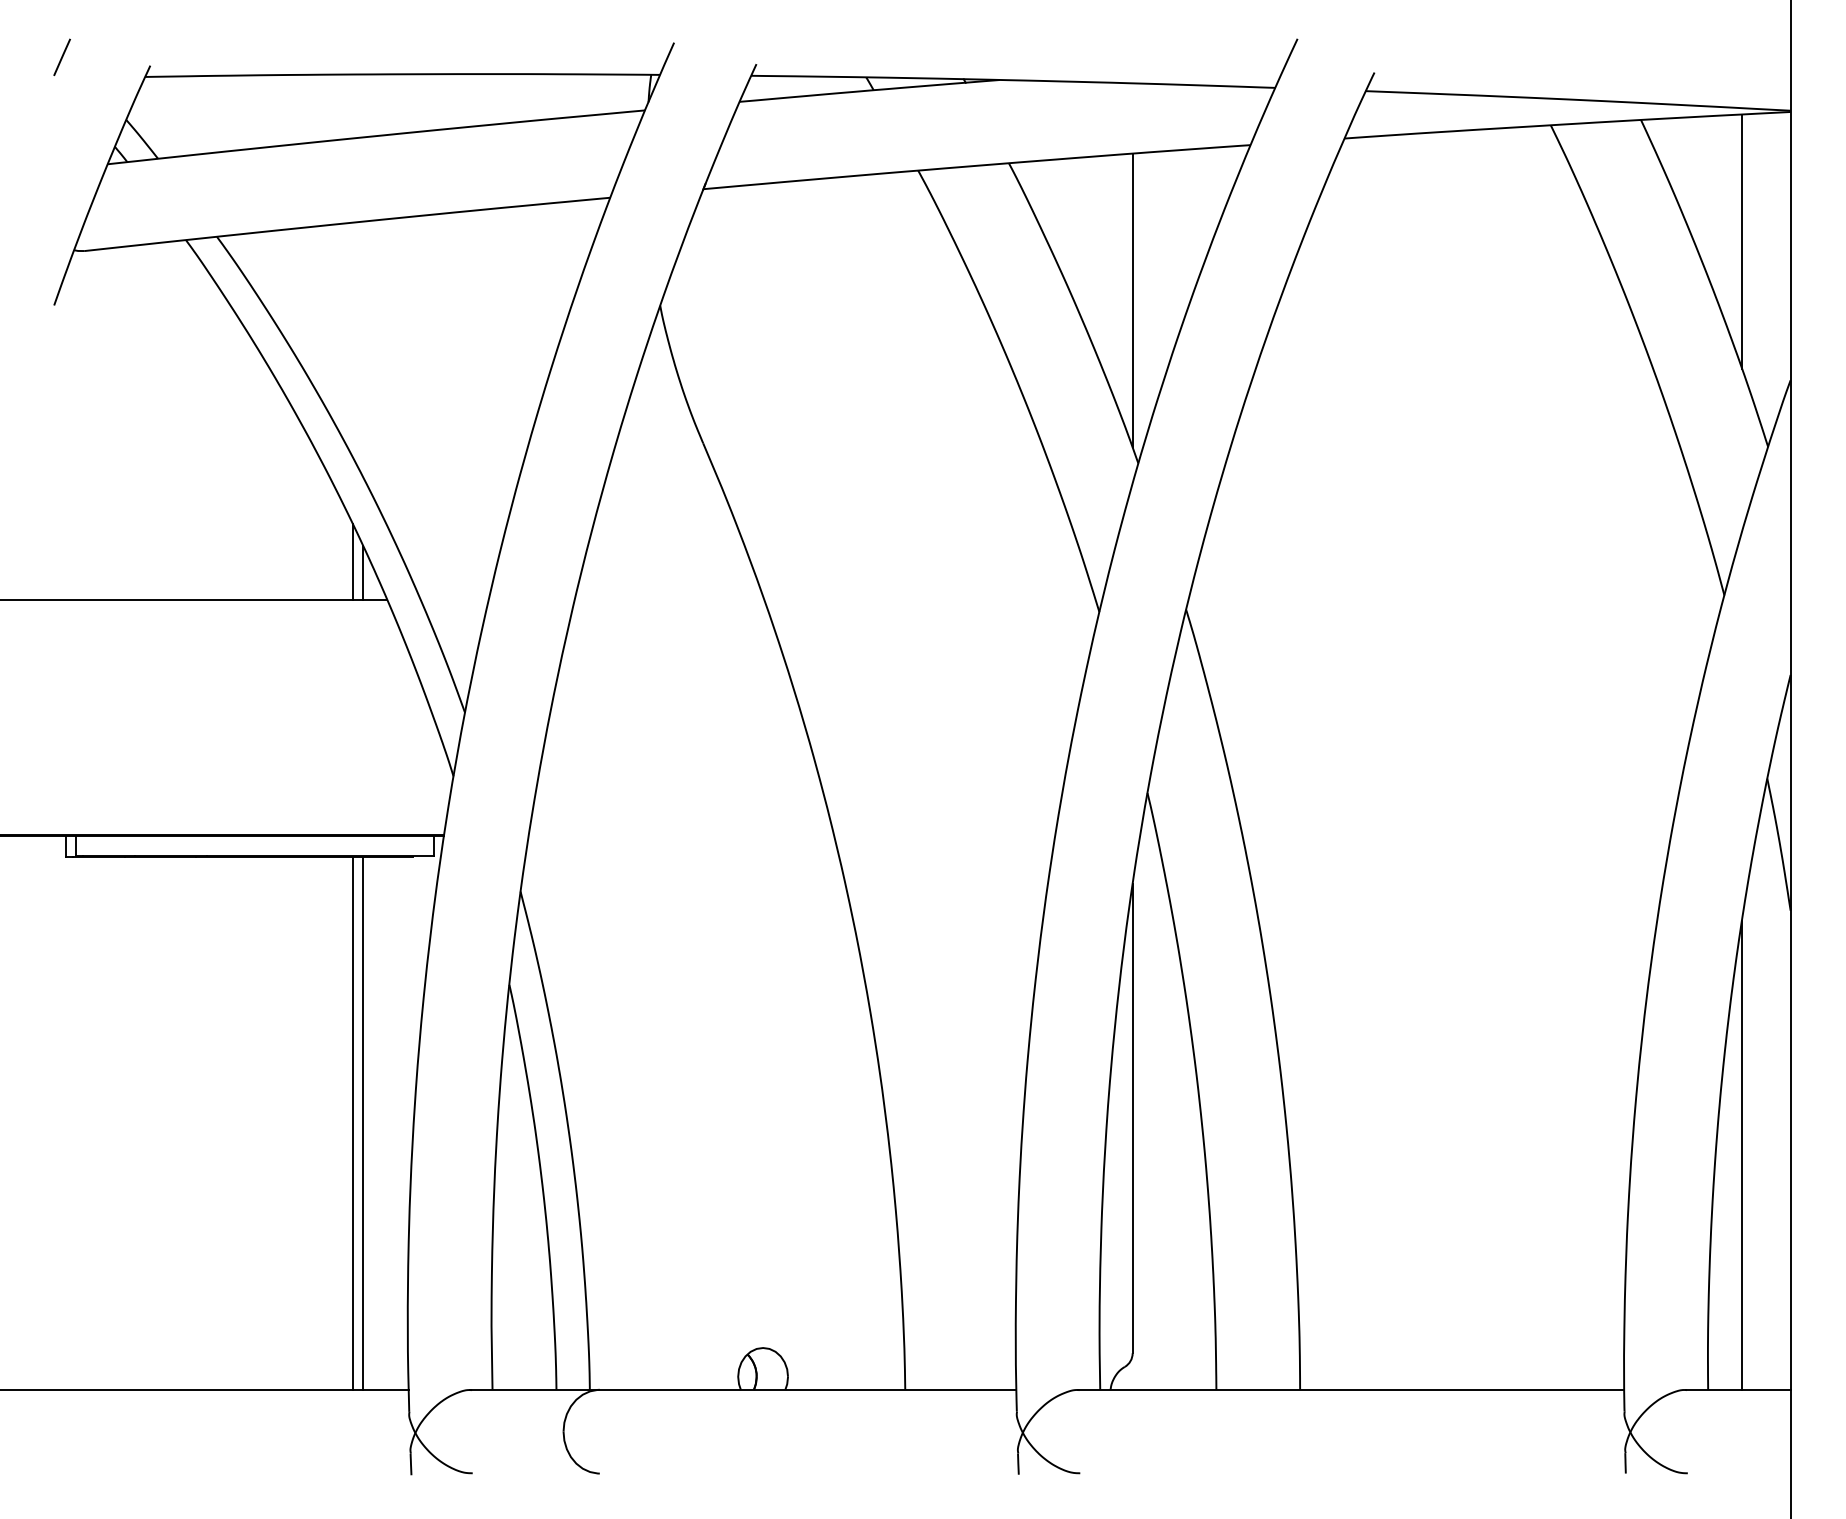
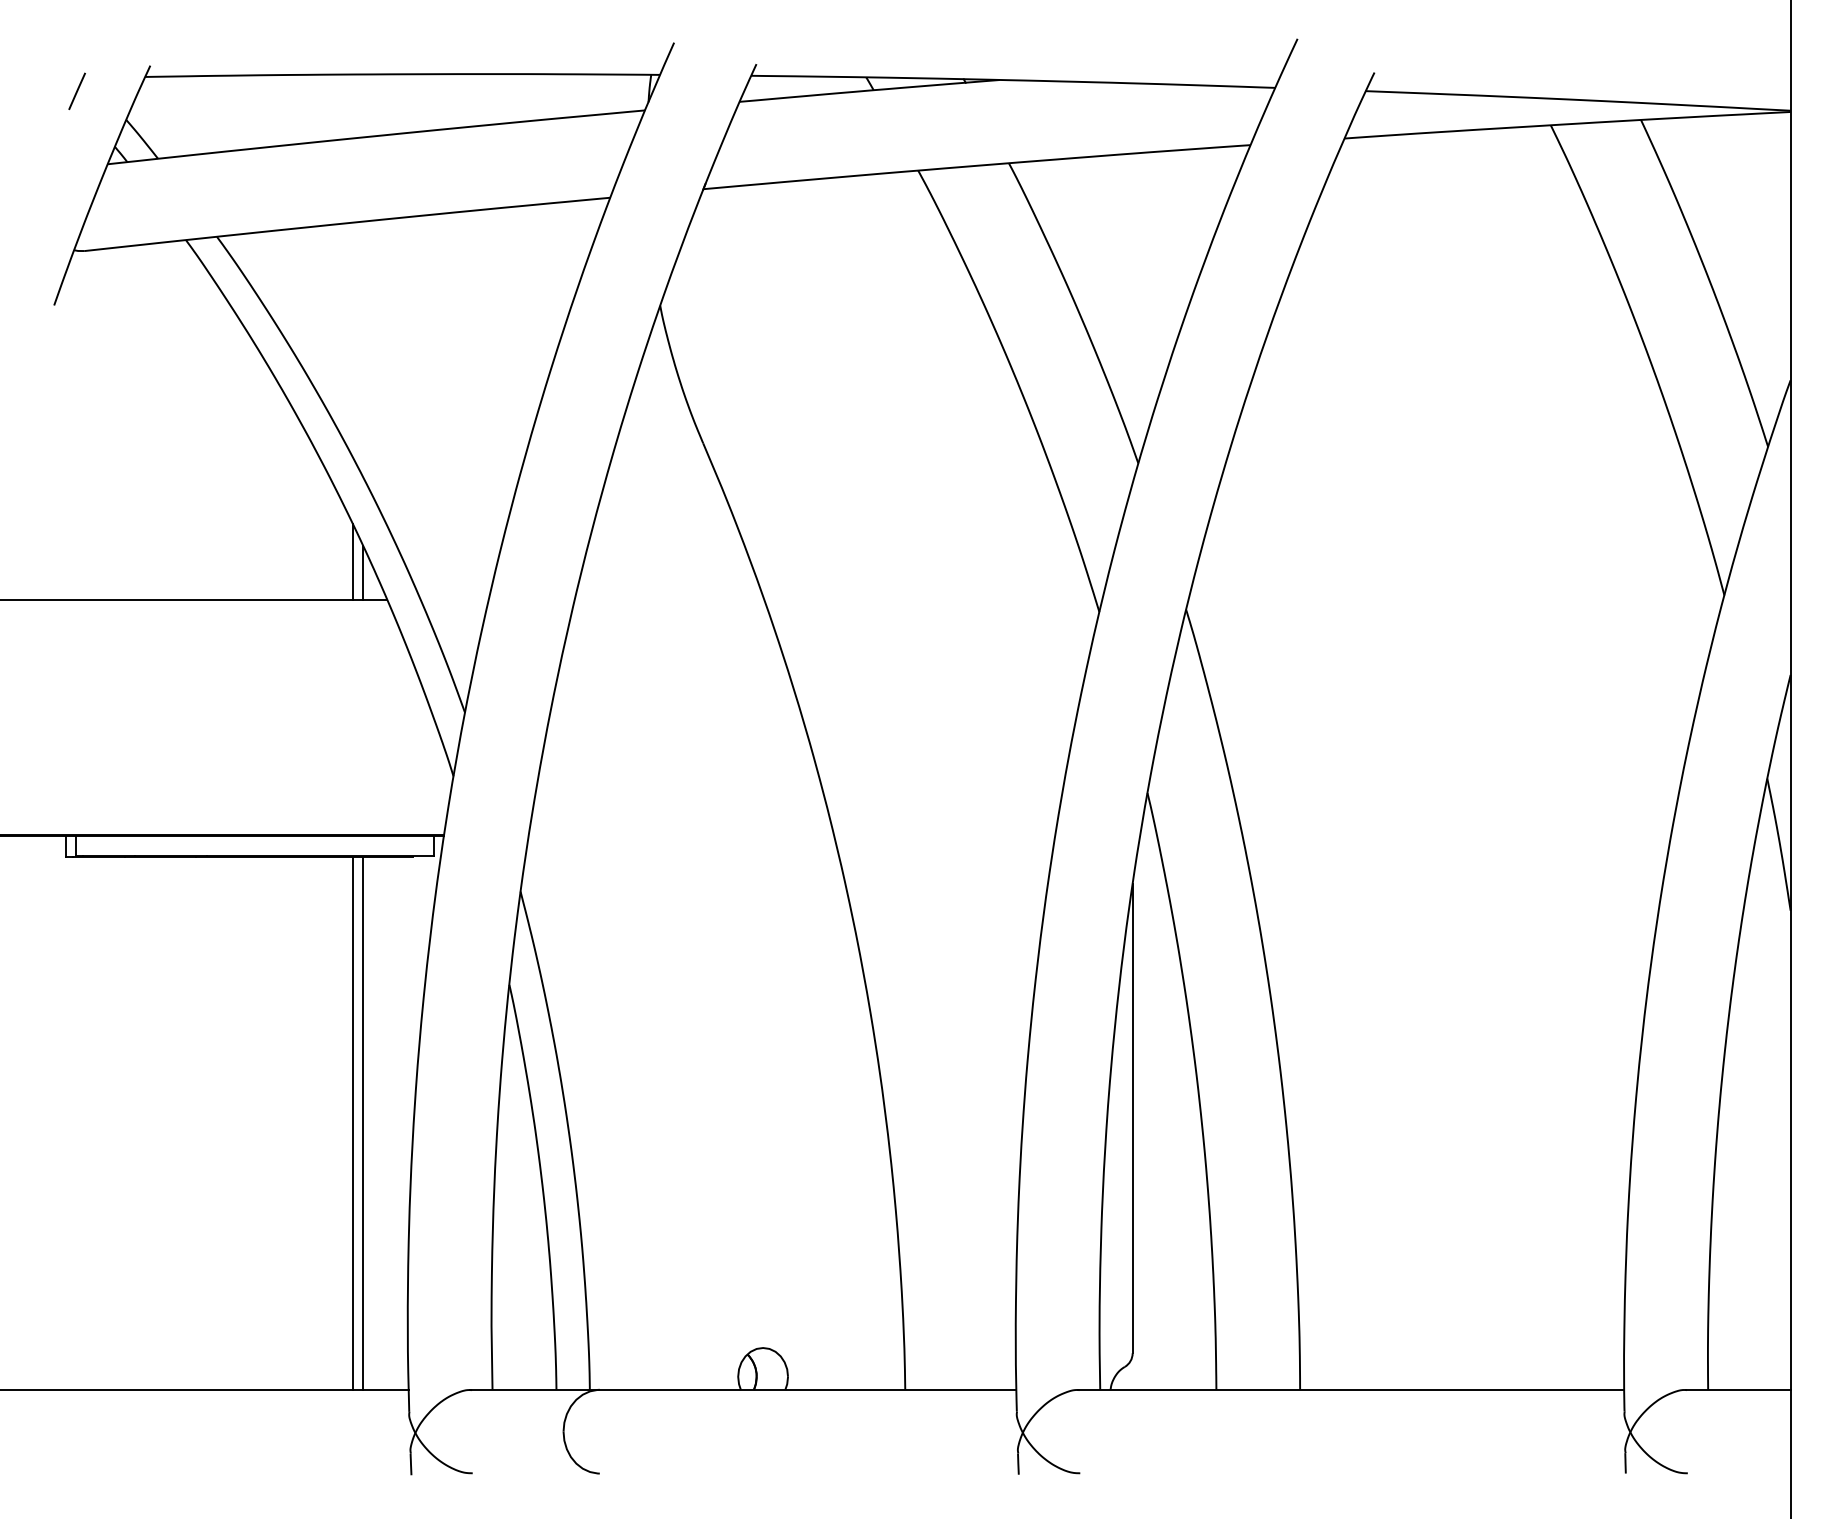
line at (61, 56) position: (61, 56) -> (76, 90)
line at (1741, 241): present -> none
line at (1132, 300): present -> none
line at (1741, 1155): present -> none
